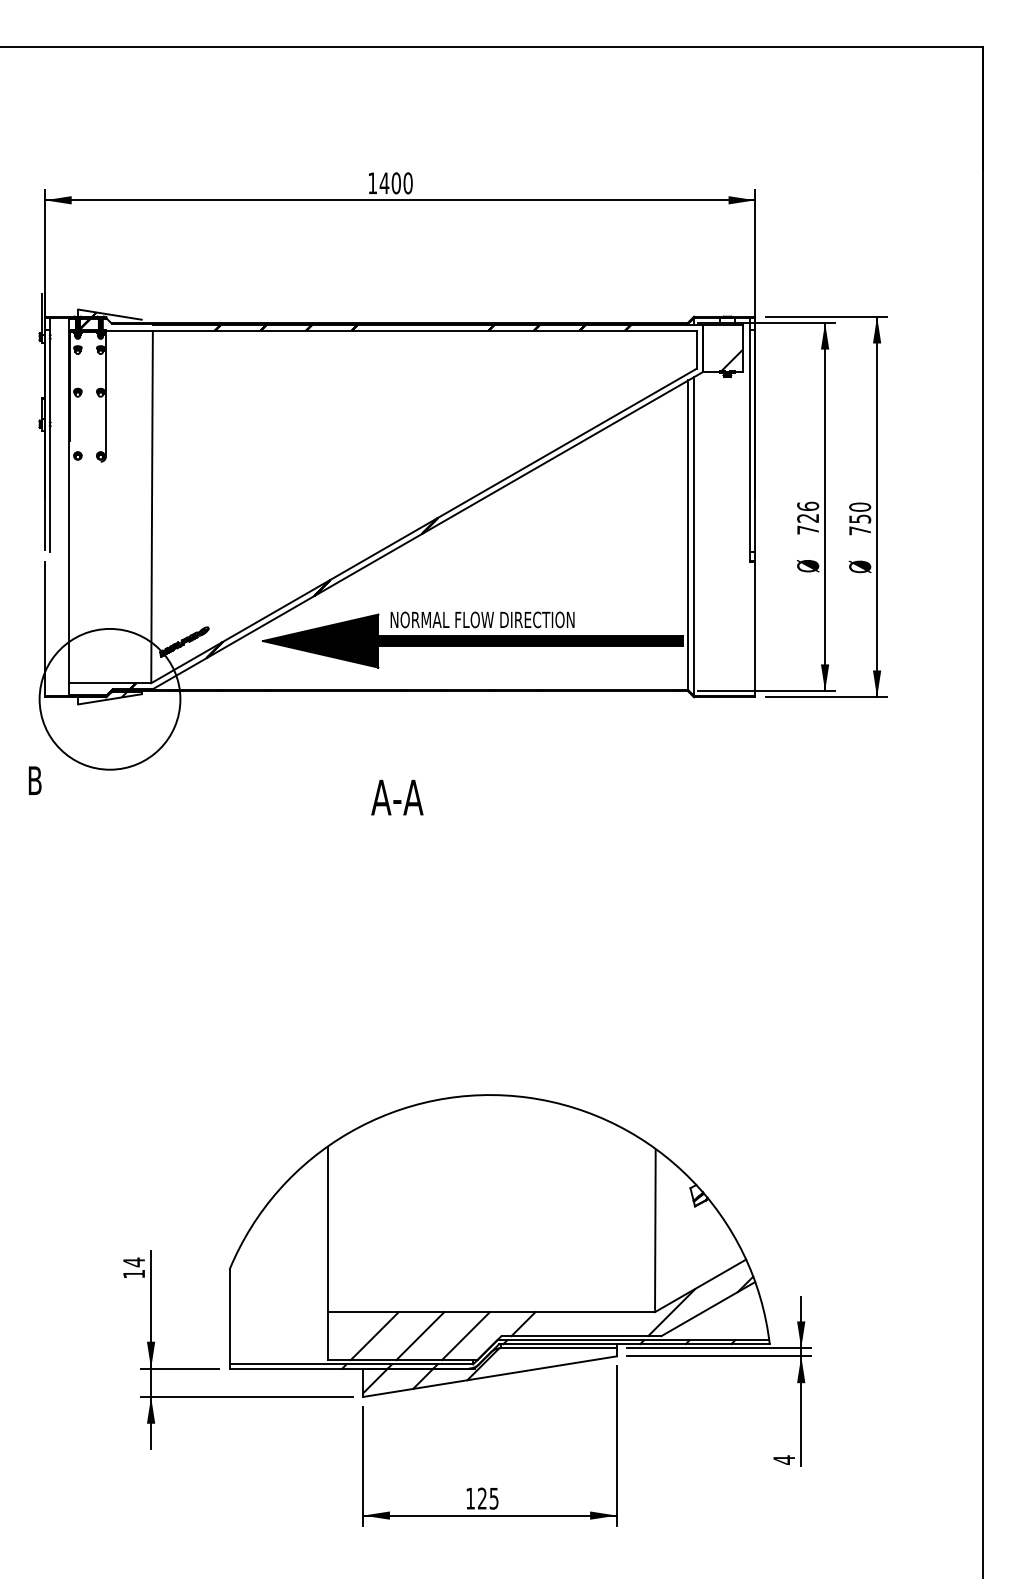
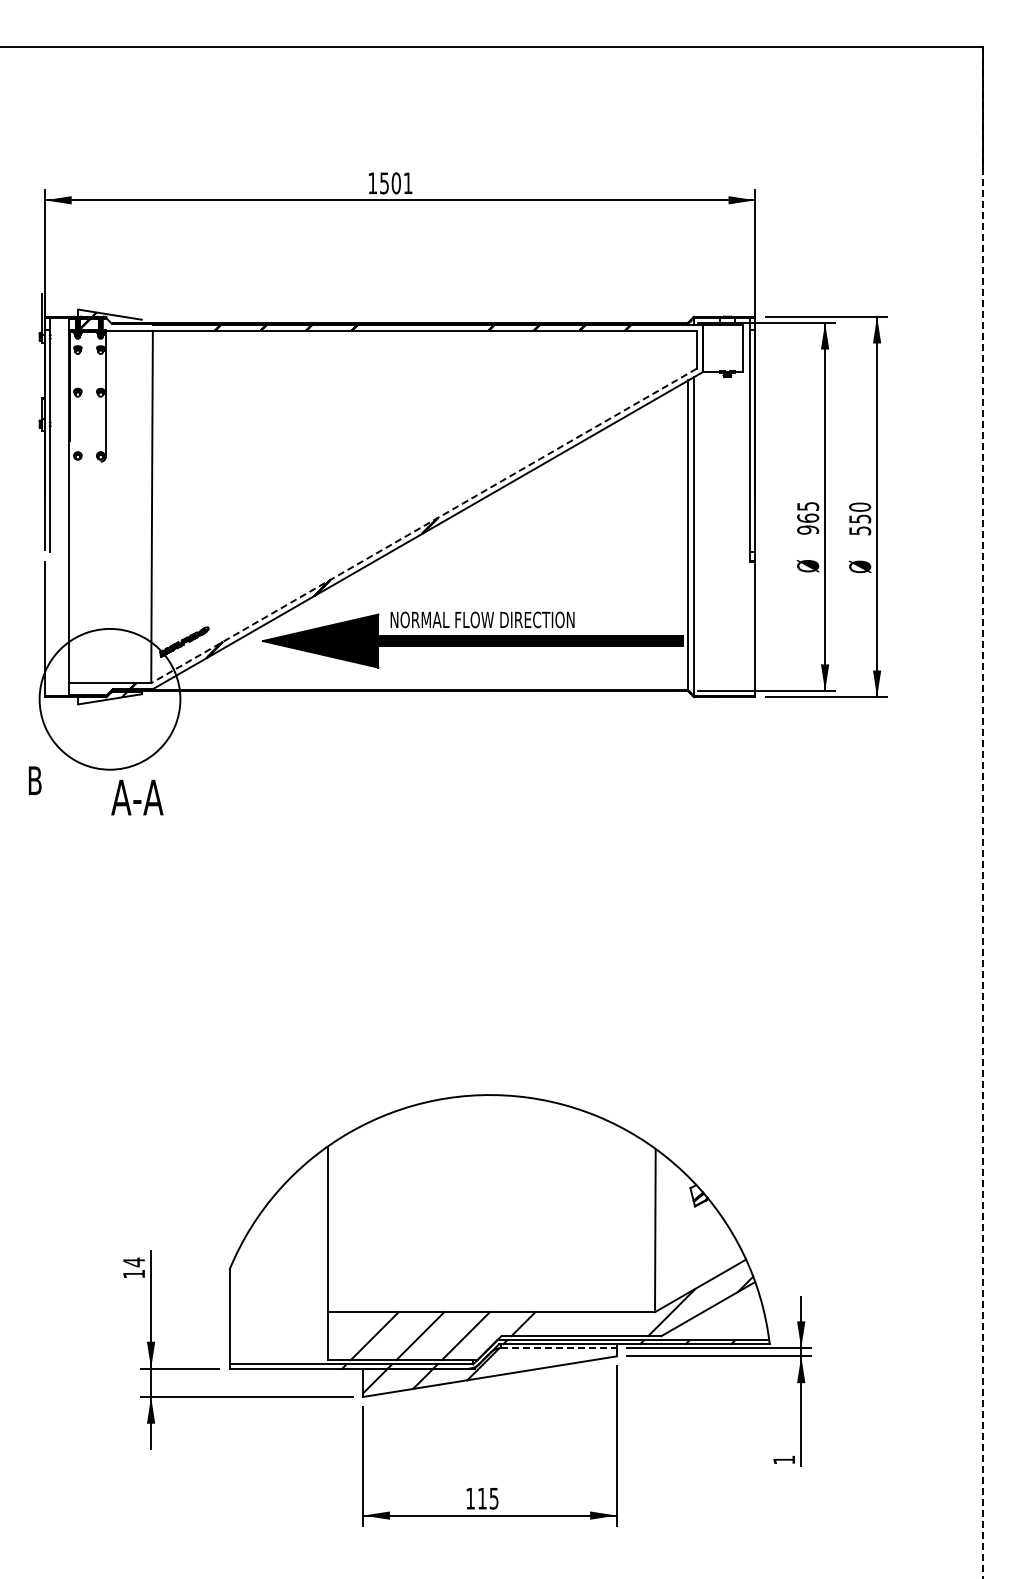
text at (395, 183): 1400 -> 1501
hatch at (731, 360): present -> none
text at (808, 517): 726 -> 965
line at (424, 525): solid -> dashed
text at (860, 530): 750 -> 550
text at (397, 797) position: (397, 797) -> (137, 797)
line at (982, 813): solid -> dashed
line at (558, 1348): solid -> dashed
text at (783, 1459): 4 -> 1
text at (481, 1498): 125 -> 115
